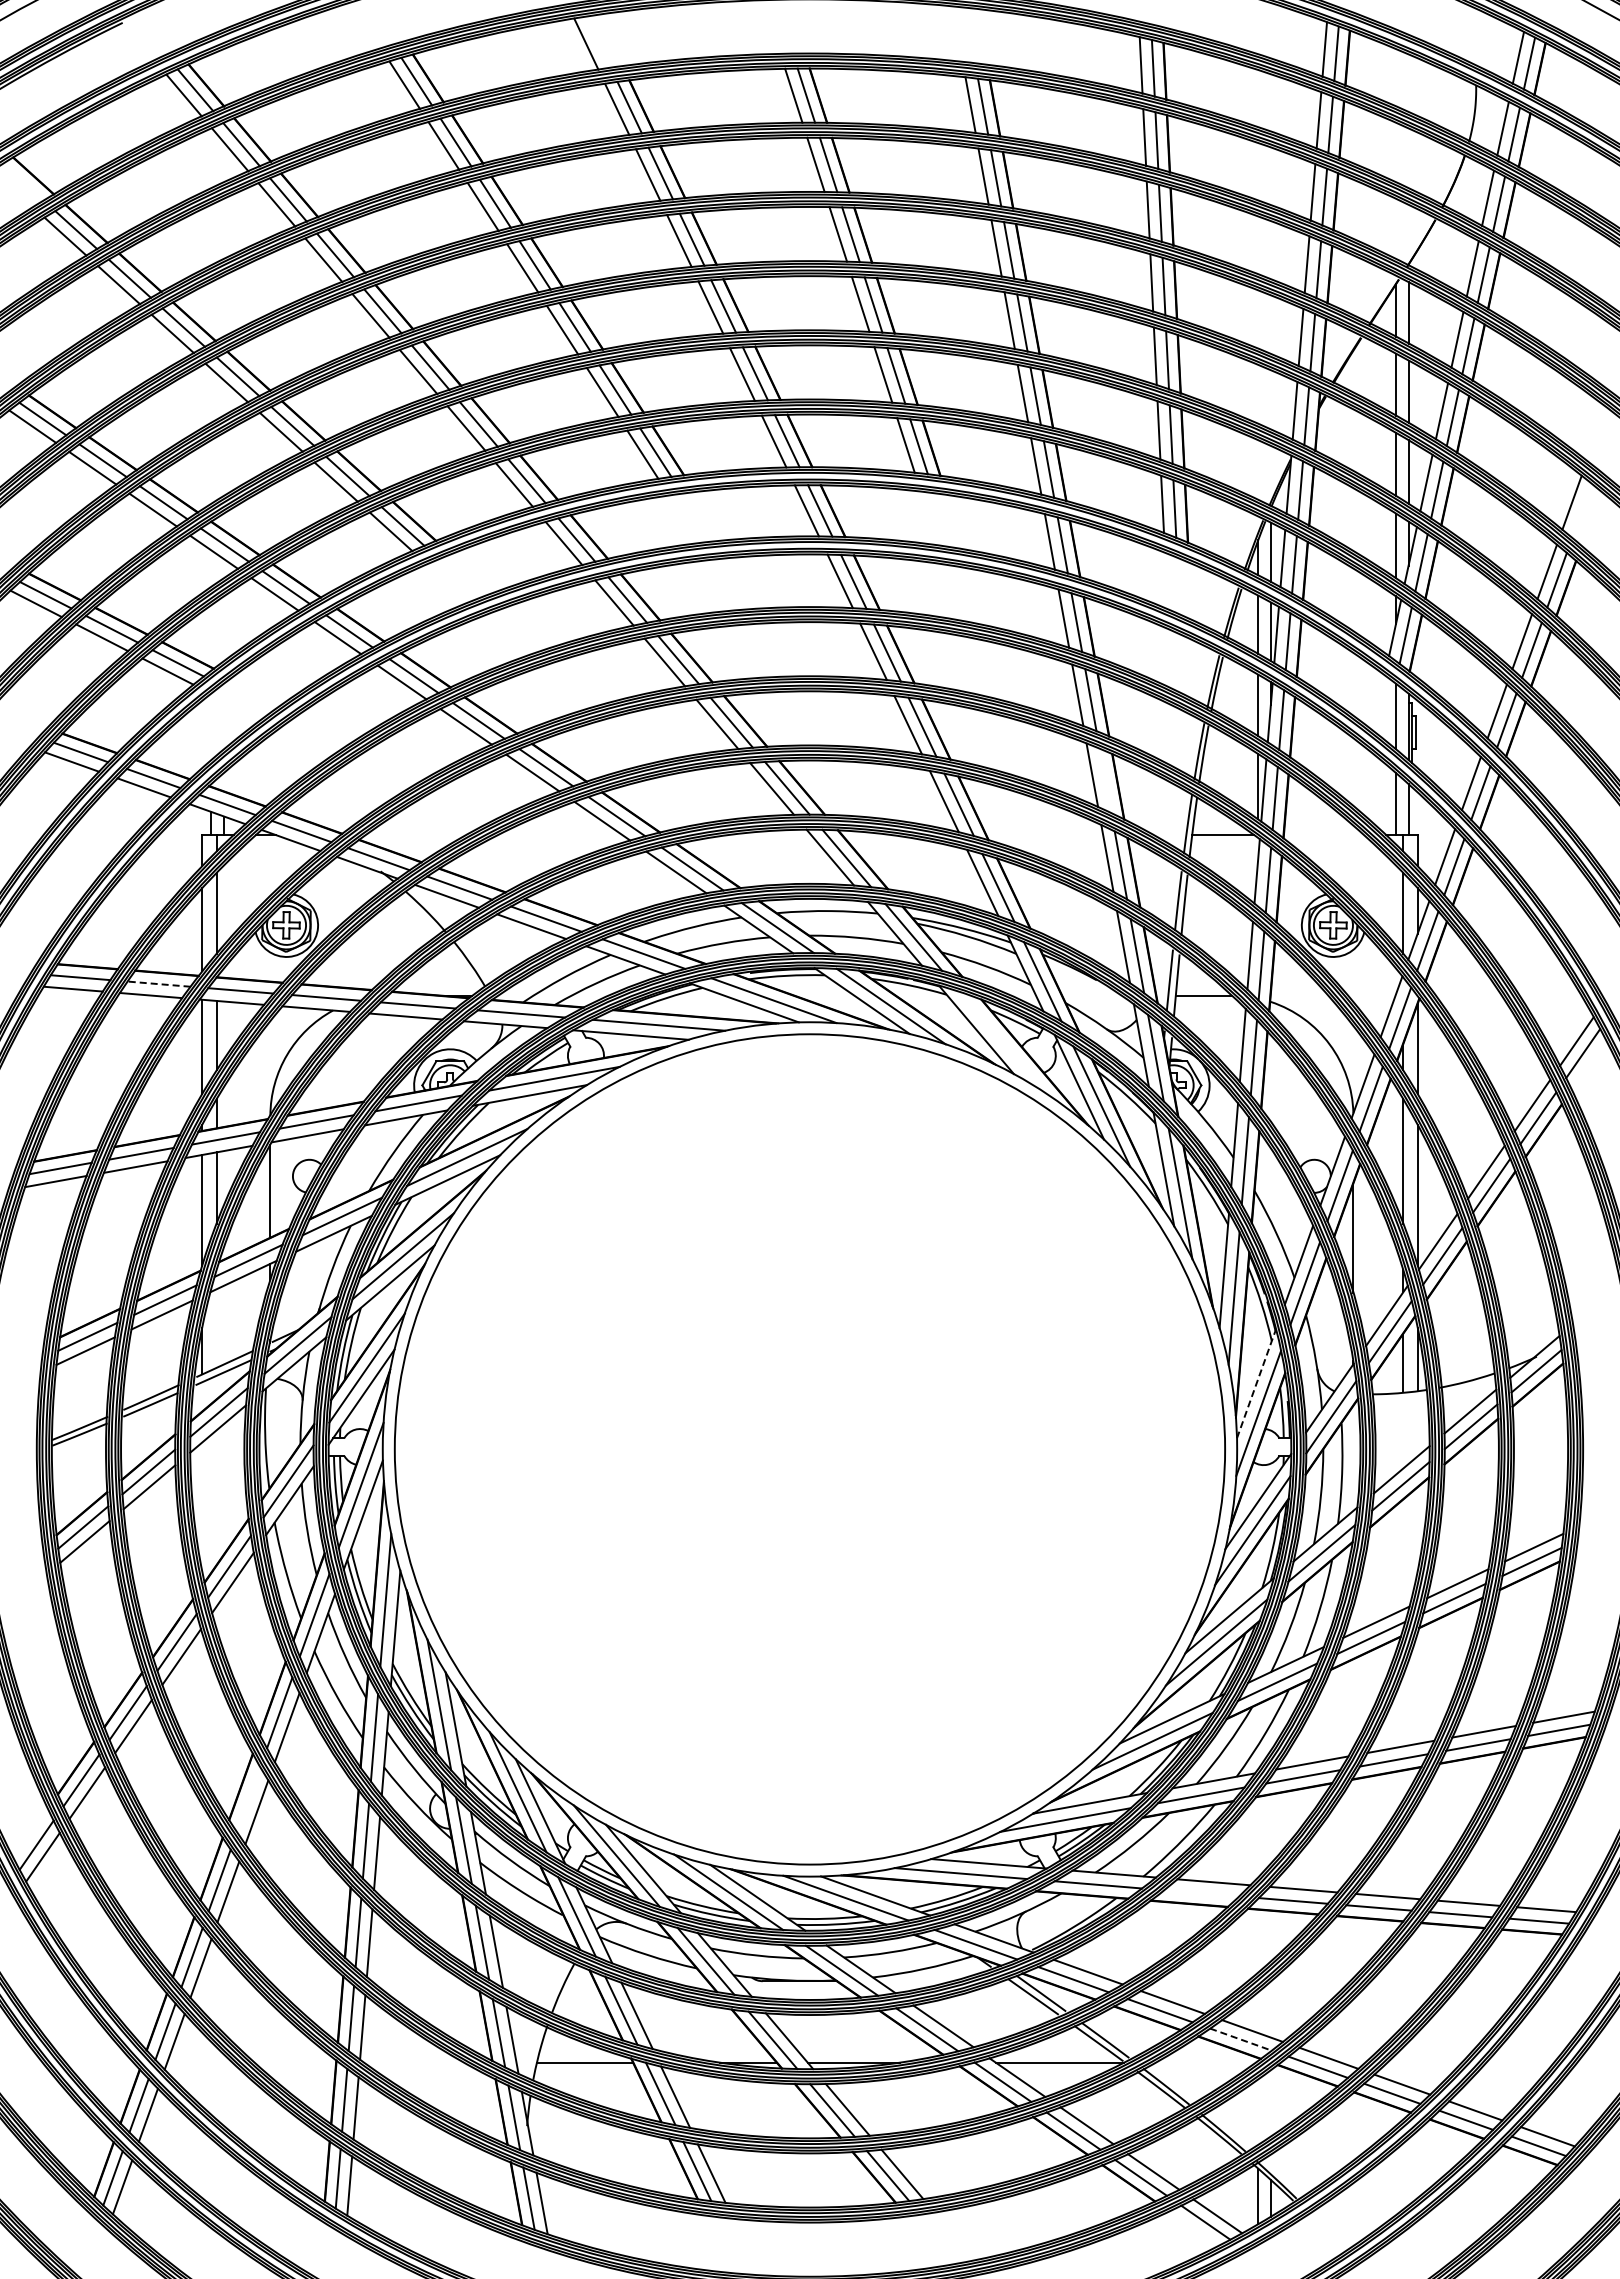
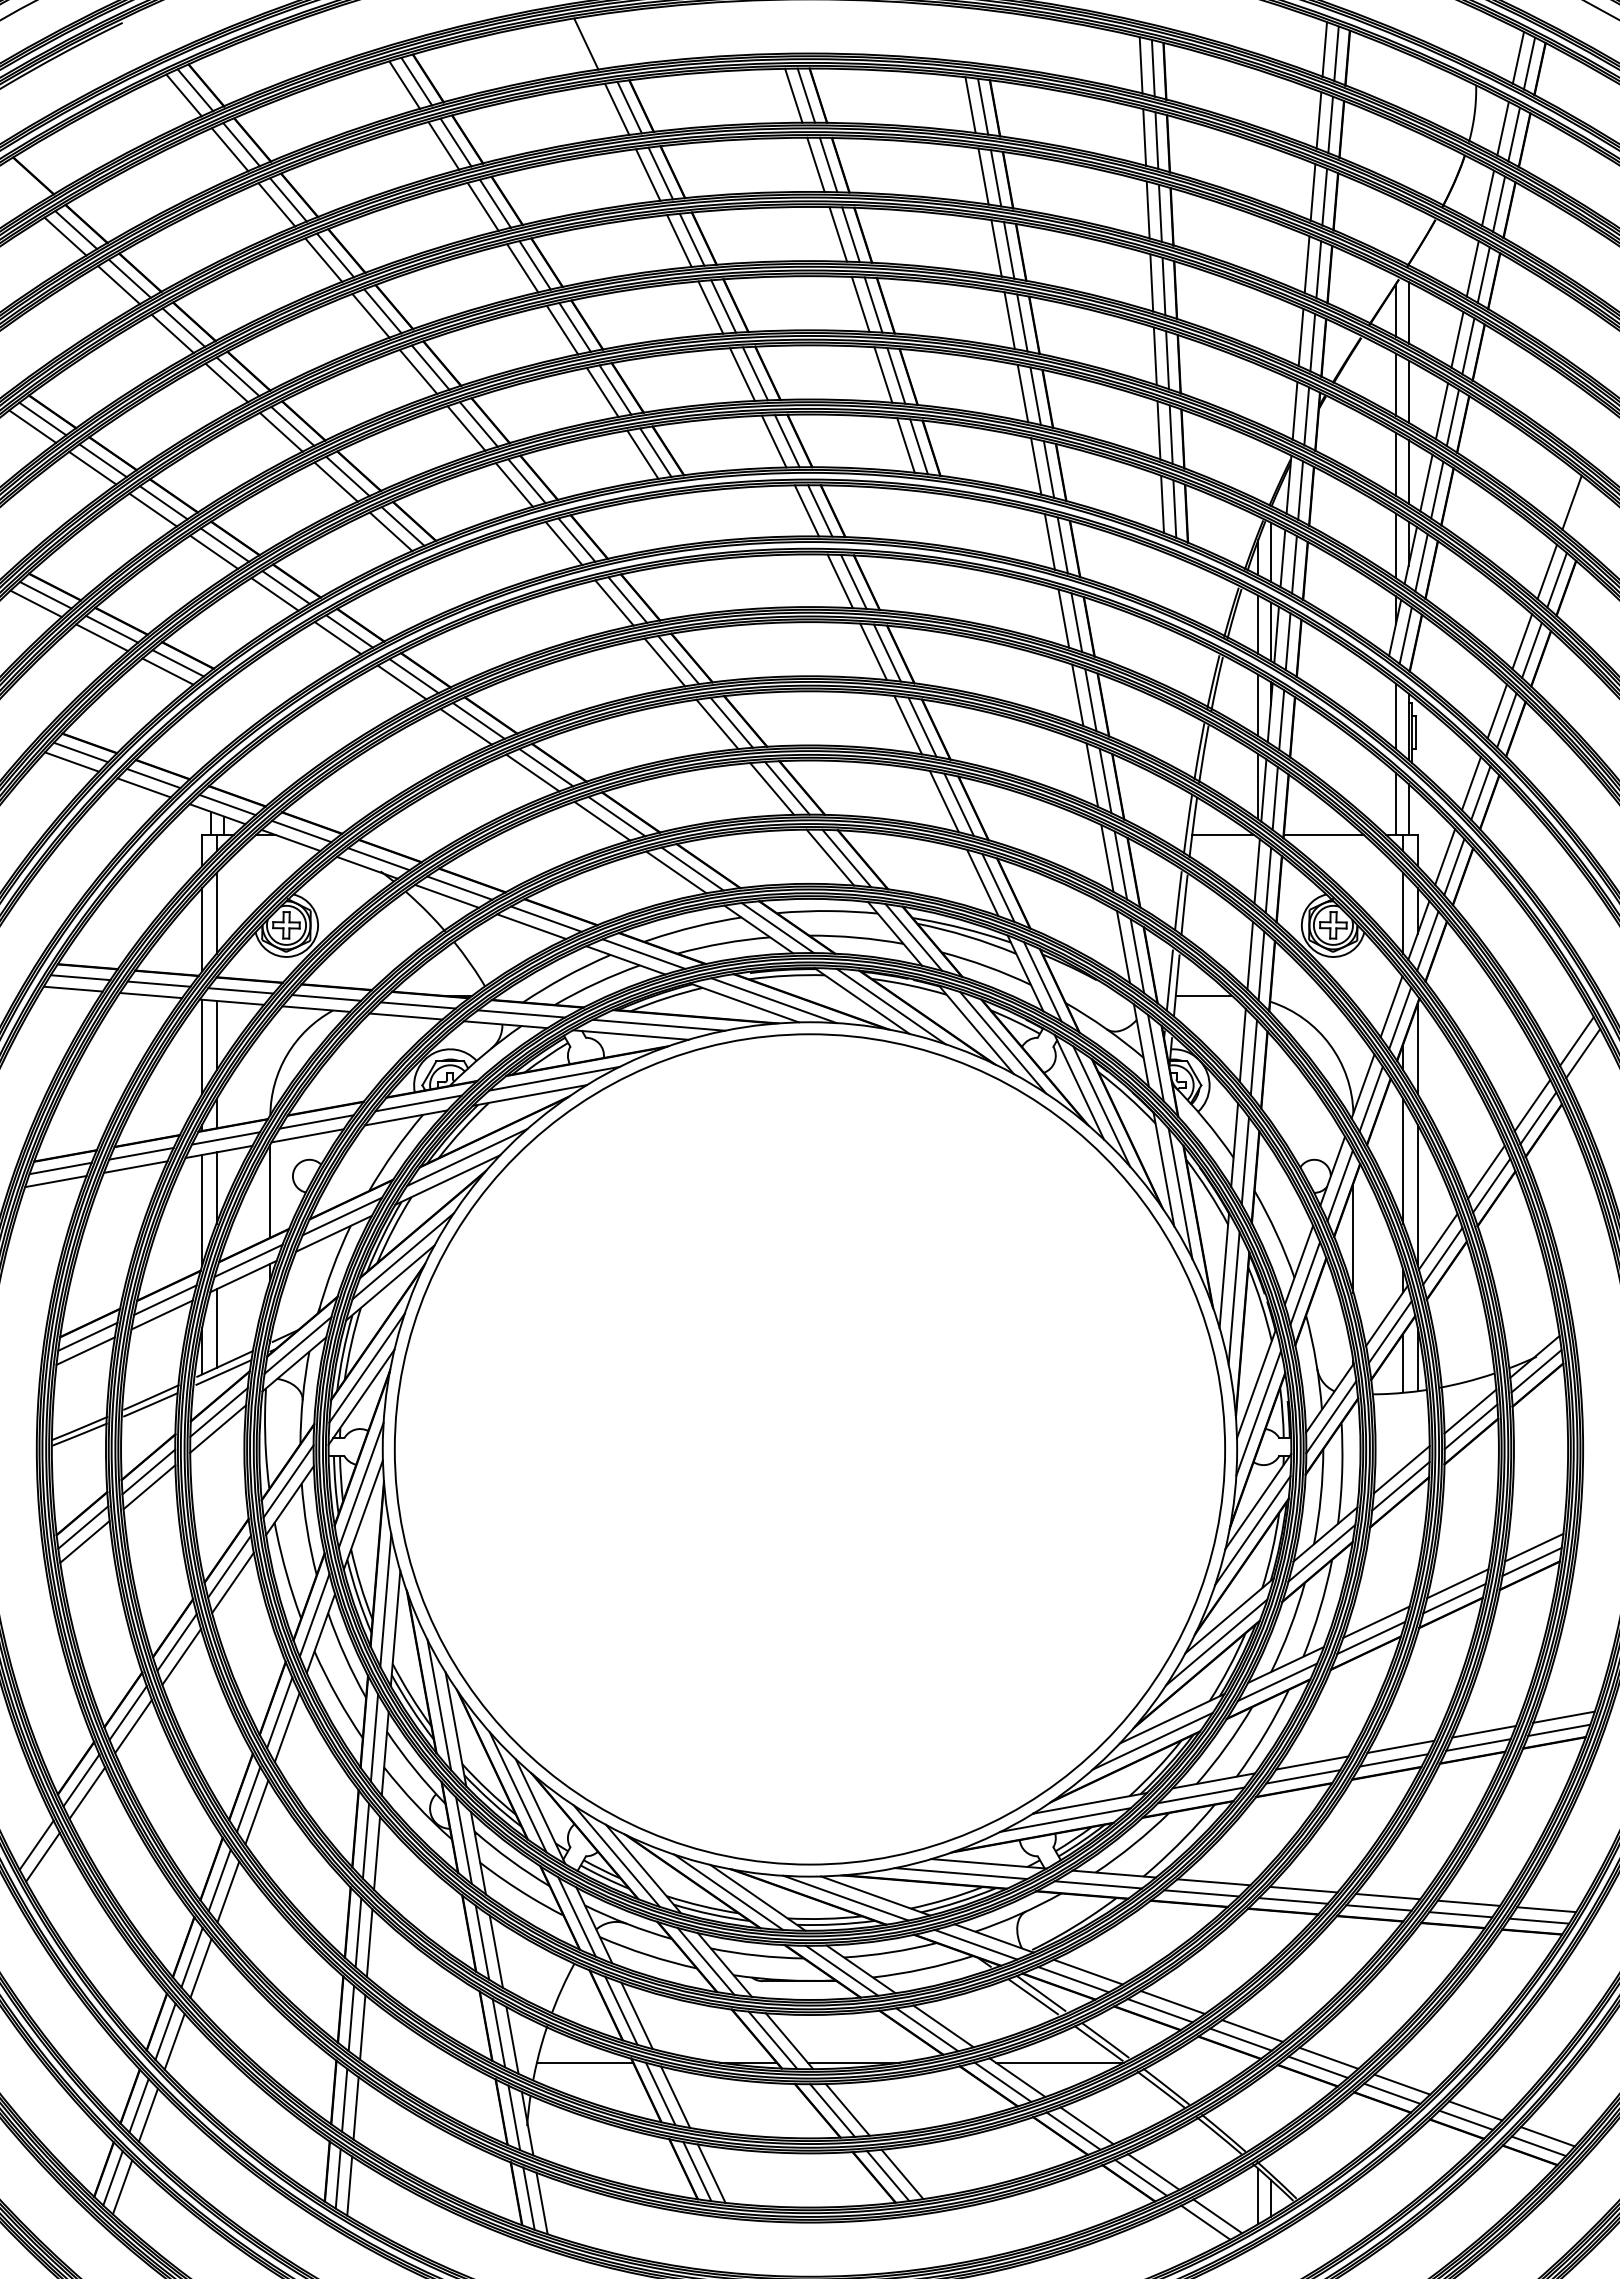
line at (1105, 780): none -> present
line at (1323, 835): none -> present
line at (159, 984): dashed -> solid
line at (1003, 1042): none -> present
line at (216, 1328): none -> present
line at (1256, 1383): dashed -> solid
line at (248, 1799): none -> present
line at (1201, 1893): none -> present
line at (1240, 2039): dashed -> solid
